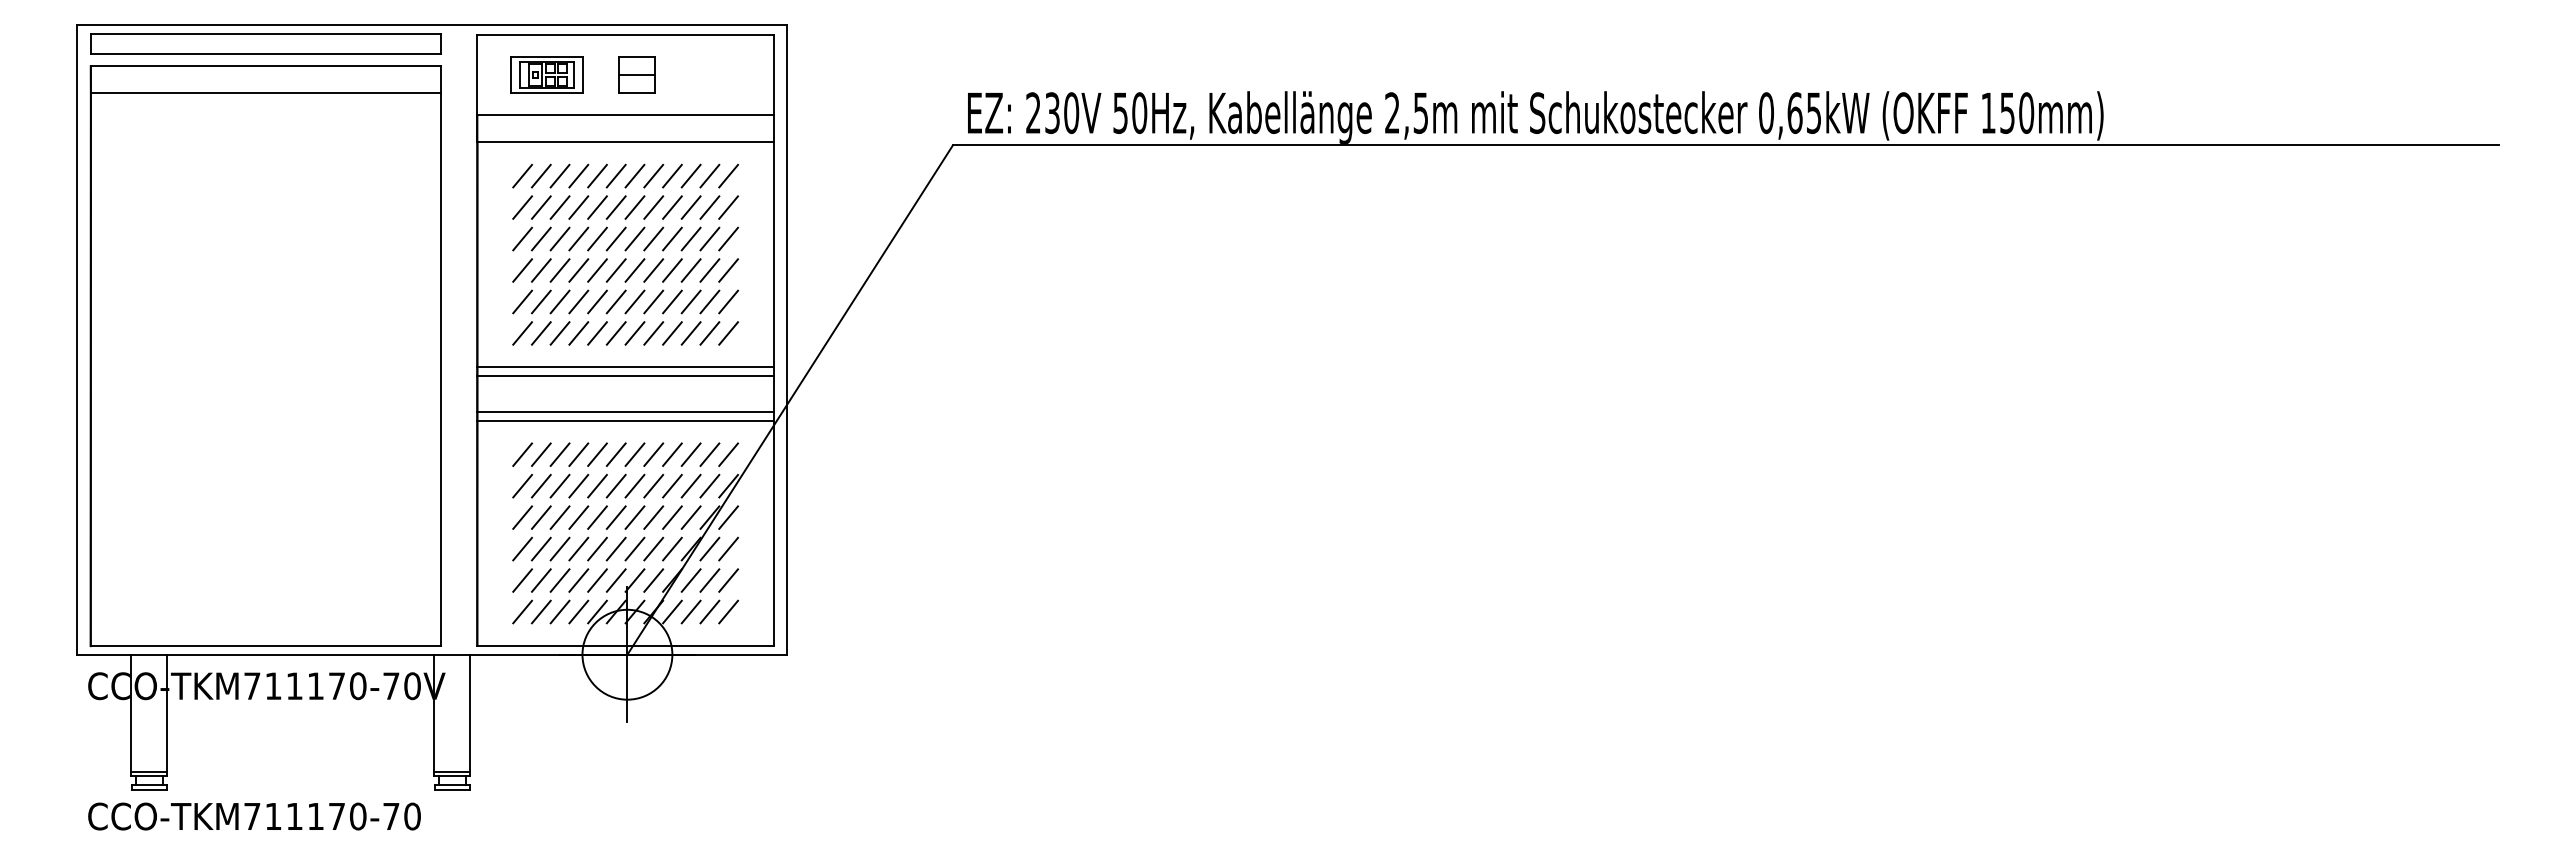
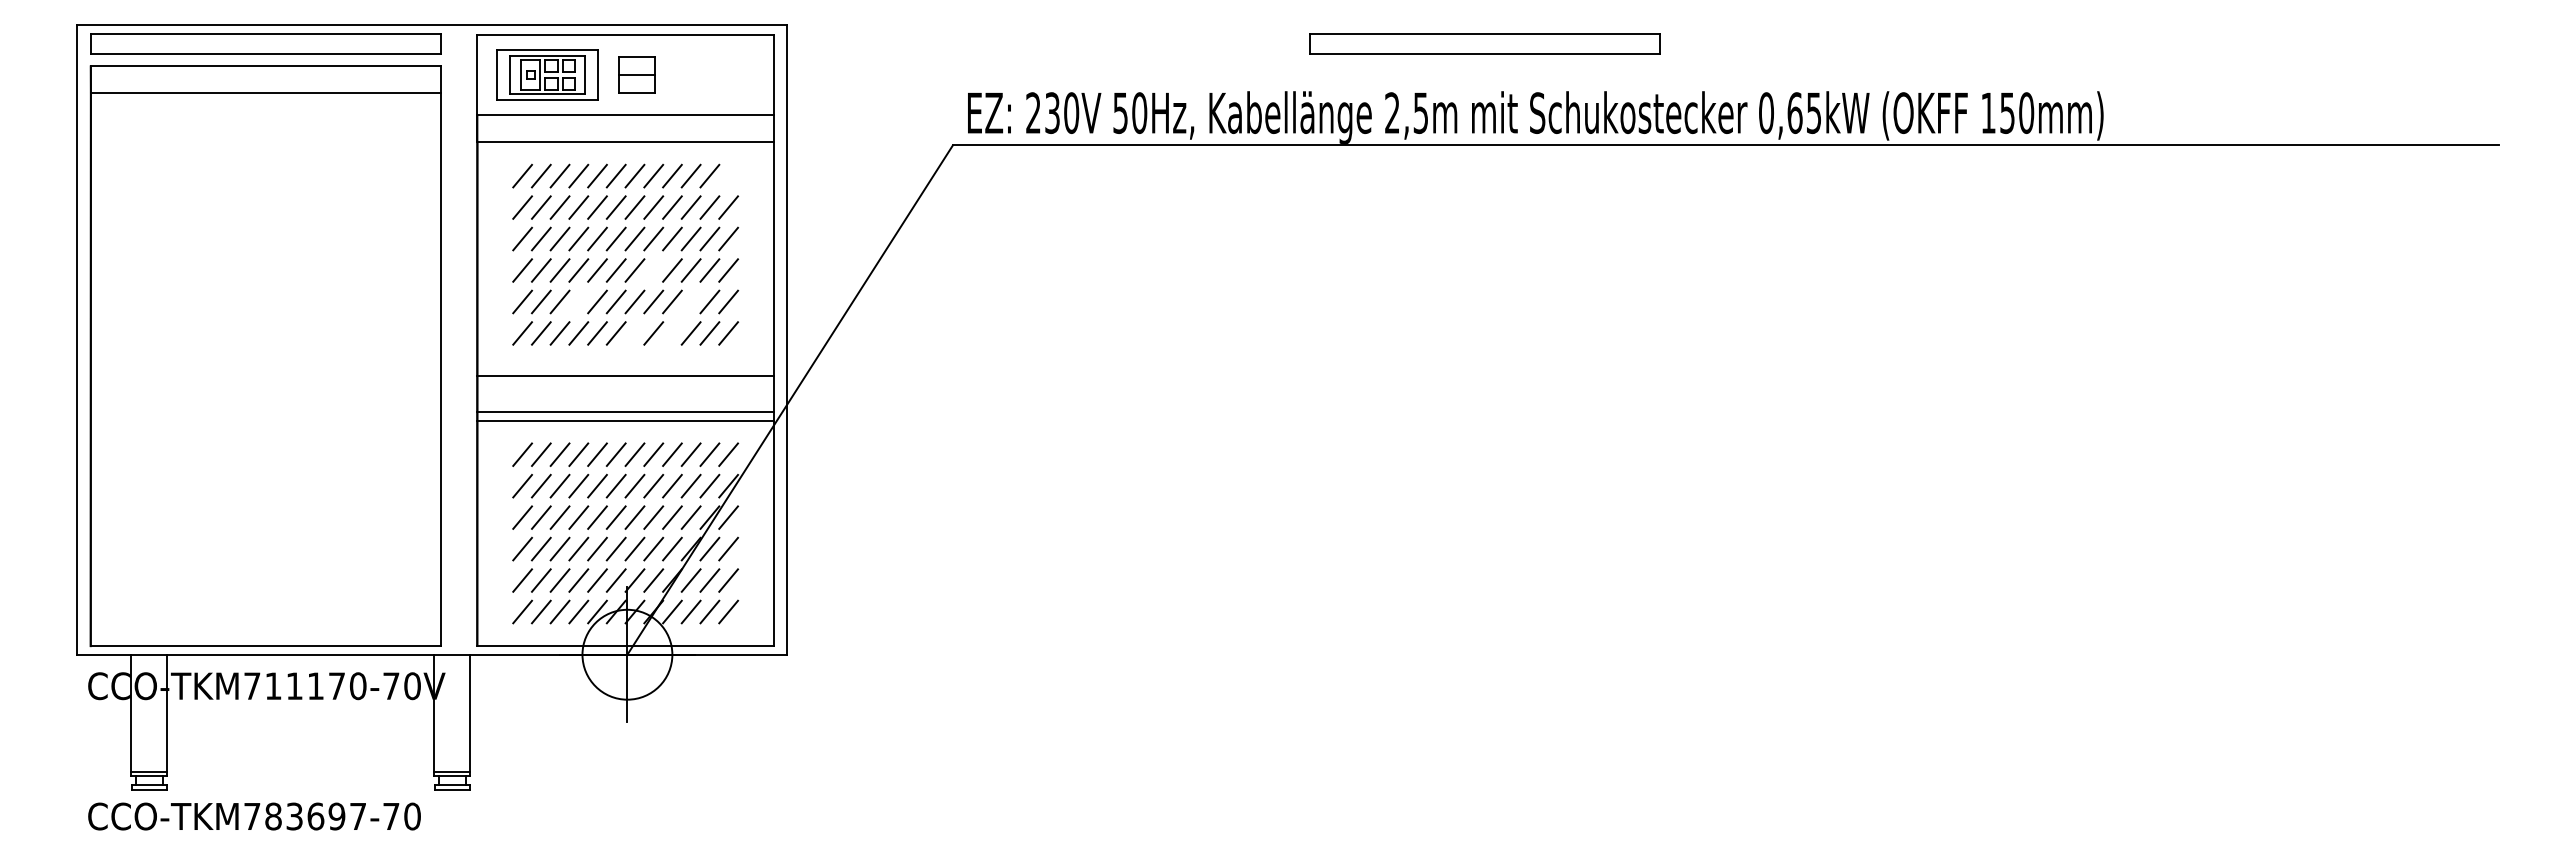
part at (1484, 43): none -> present
part at (546, 74) size: 74x38 px -> 103x52 px
line at (728, 175): present -> none
line at (653, 270): present -> none
line at (578, 301): present -> none
line at (690, 301): present -> none
line at (634, 333): present -> none
line at (672, 333): present -> none
line at (625, 367): present -> none
text at (315, 816): CCO-TKM711170-70 -> CCO-TKM783697-70
